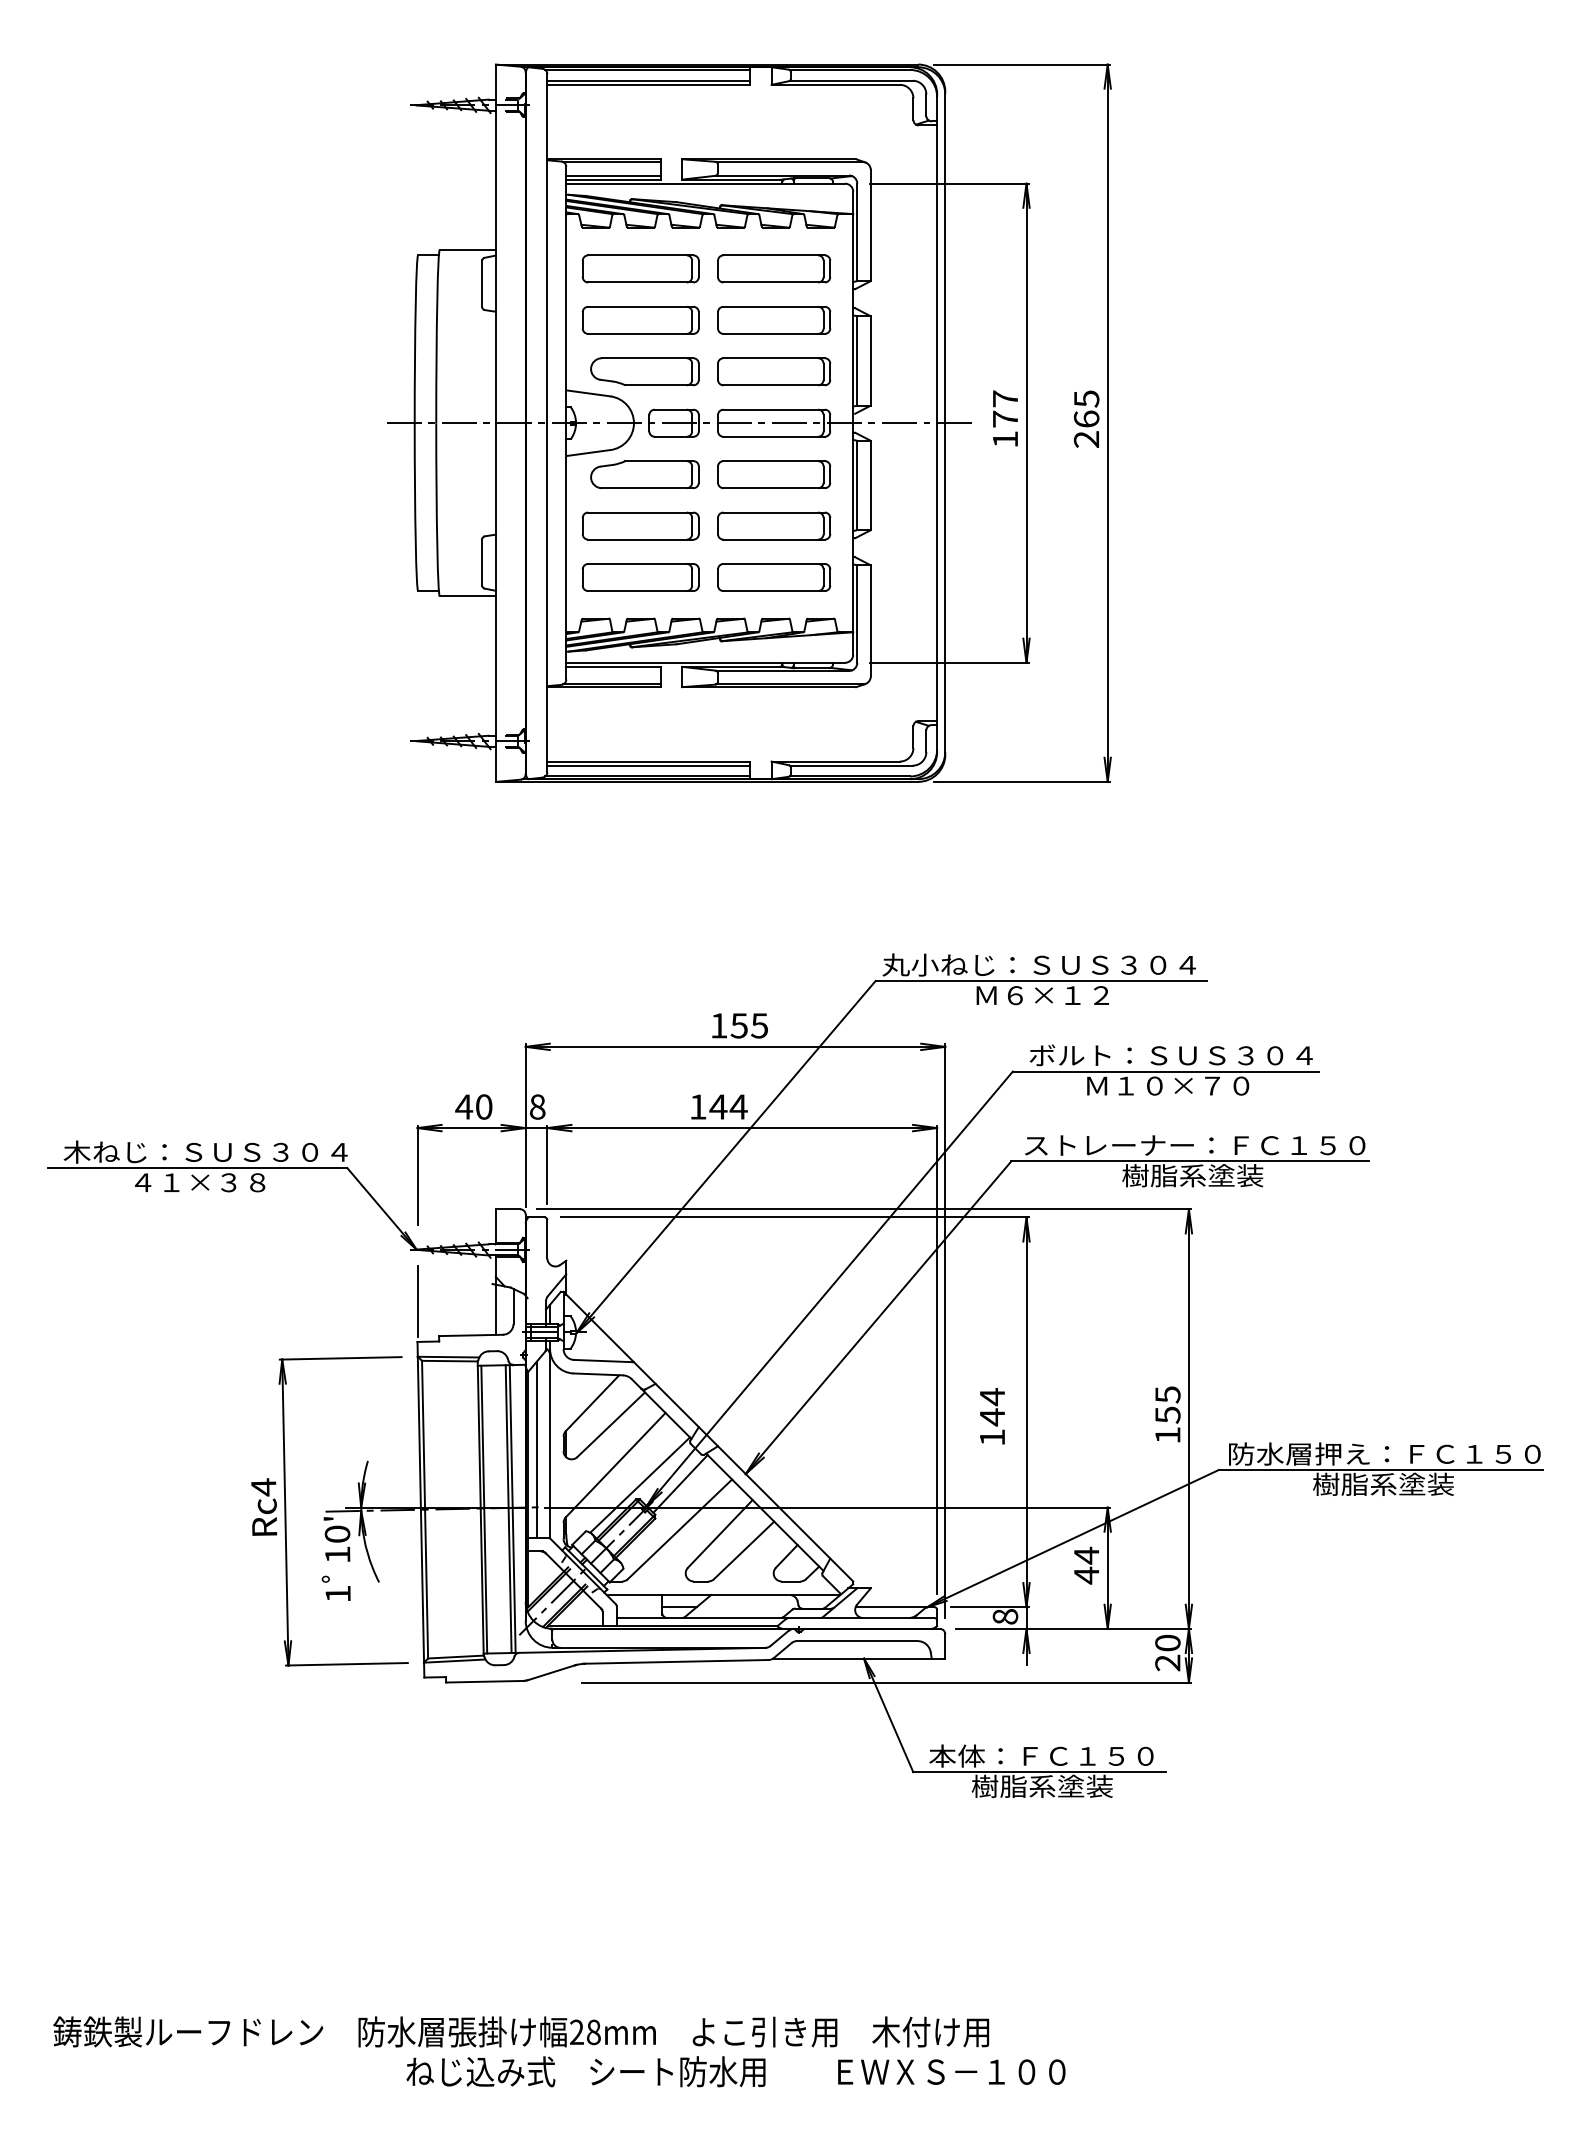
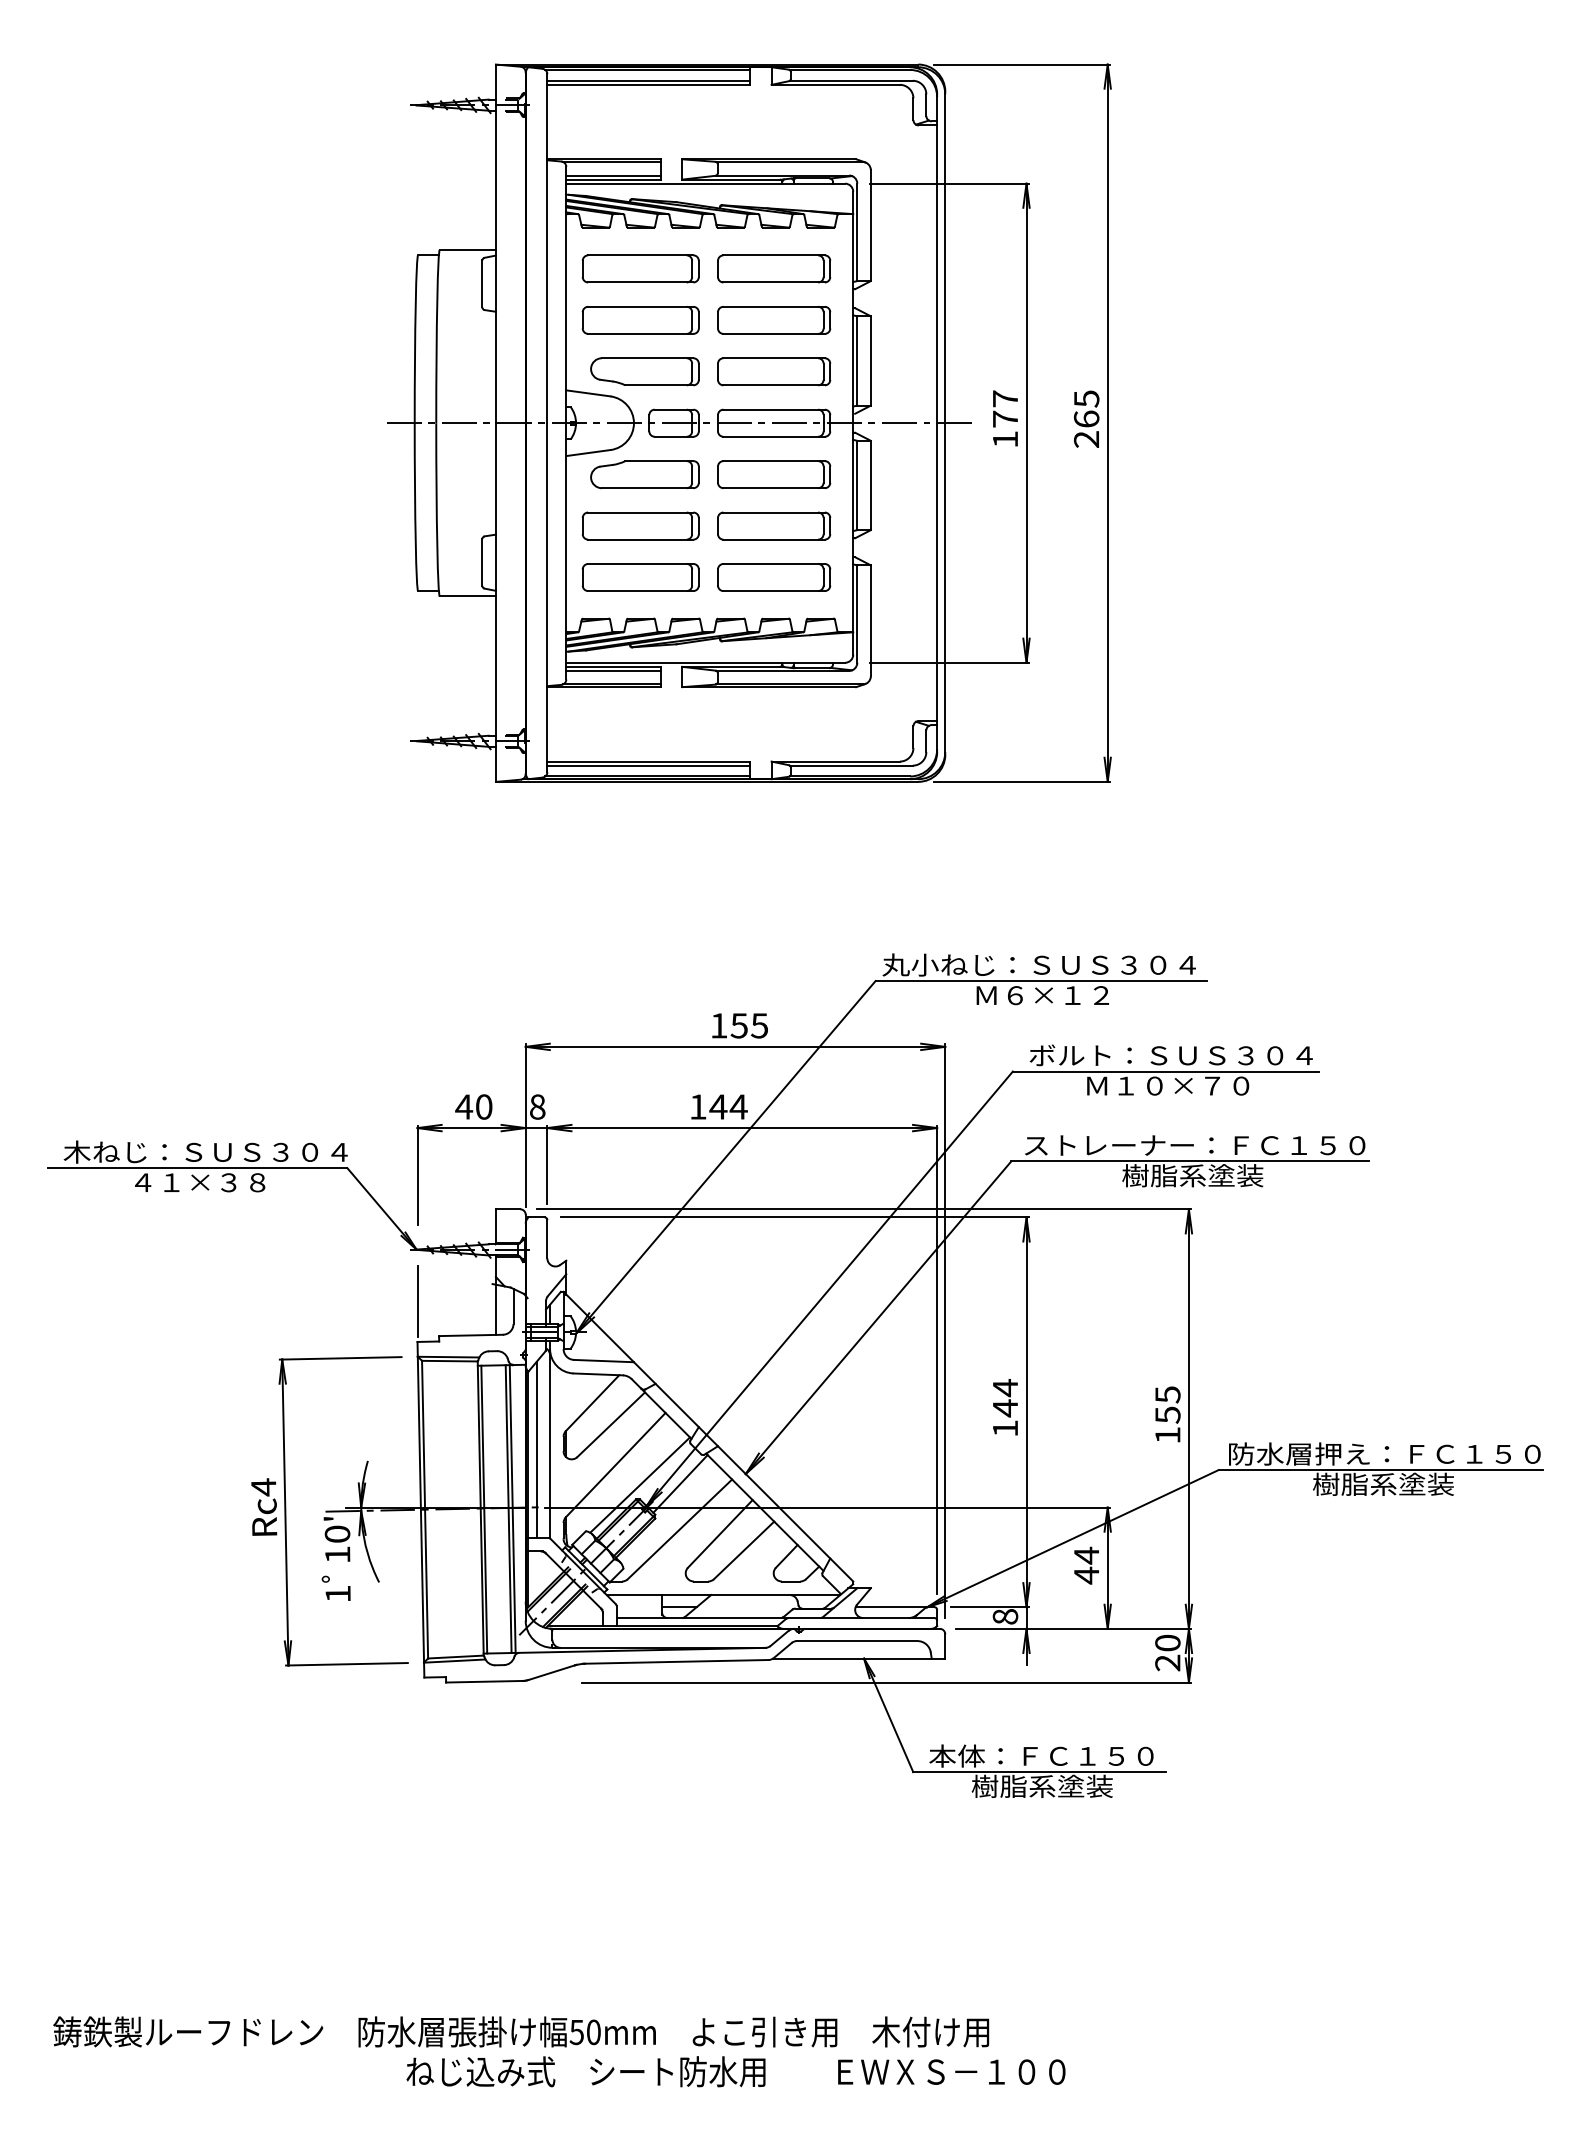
line at (613, 670): none -> present
text at (992, 1416) position: (992, 1416) -> (1005, 1407)
text at (584, 2032): 28mm -> 50mm
